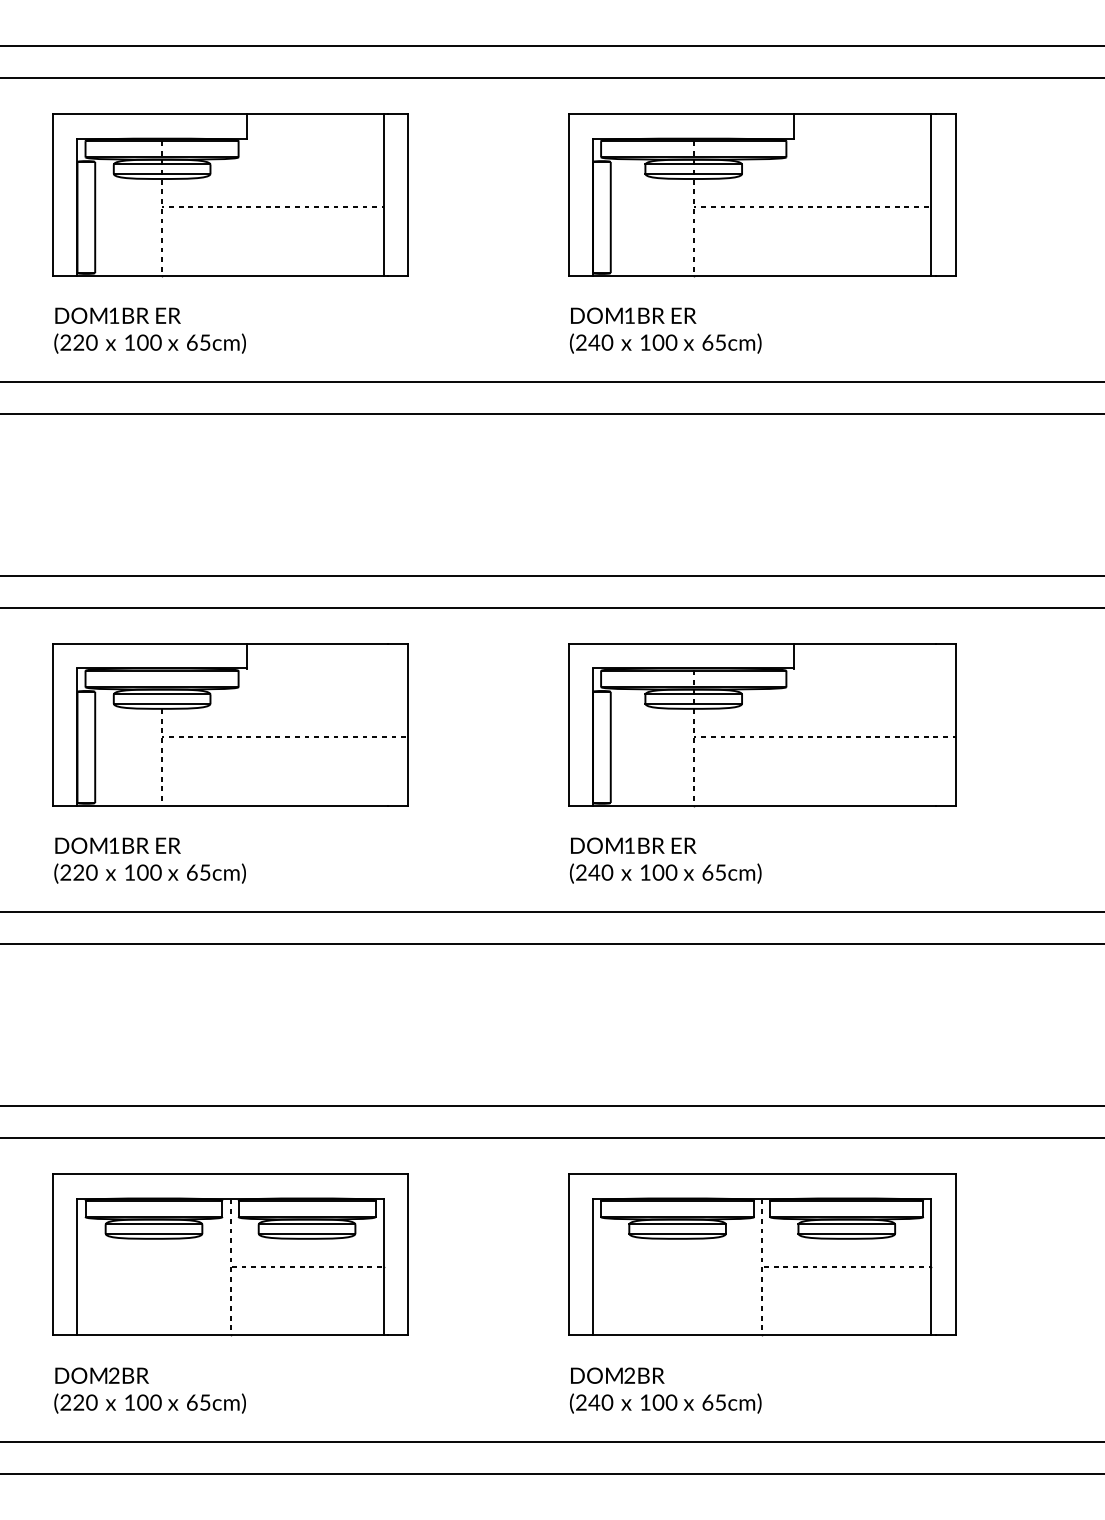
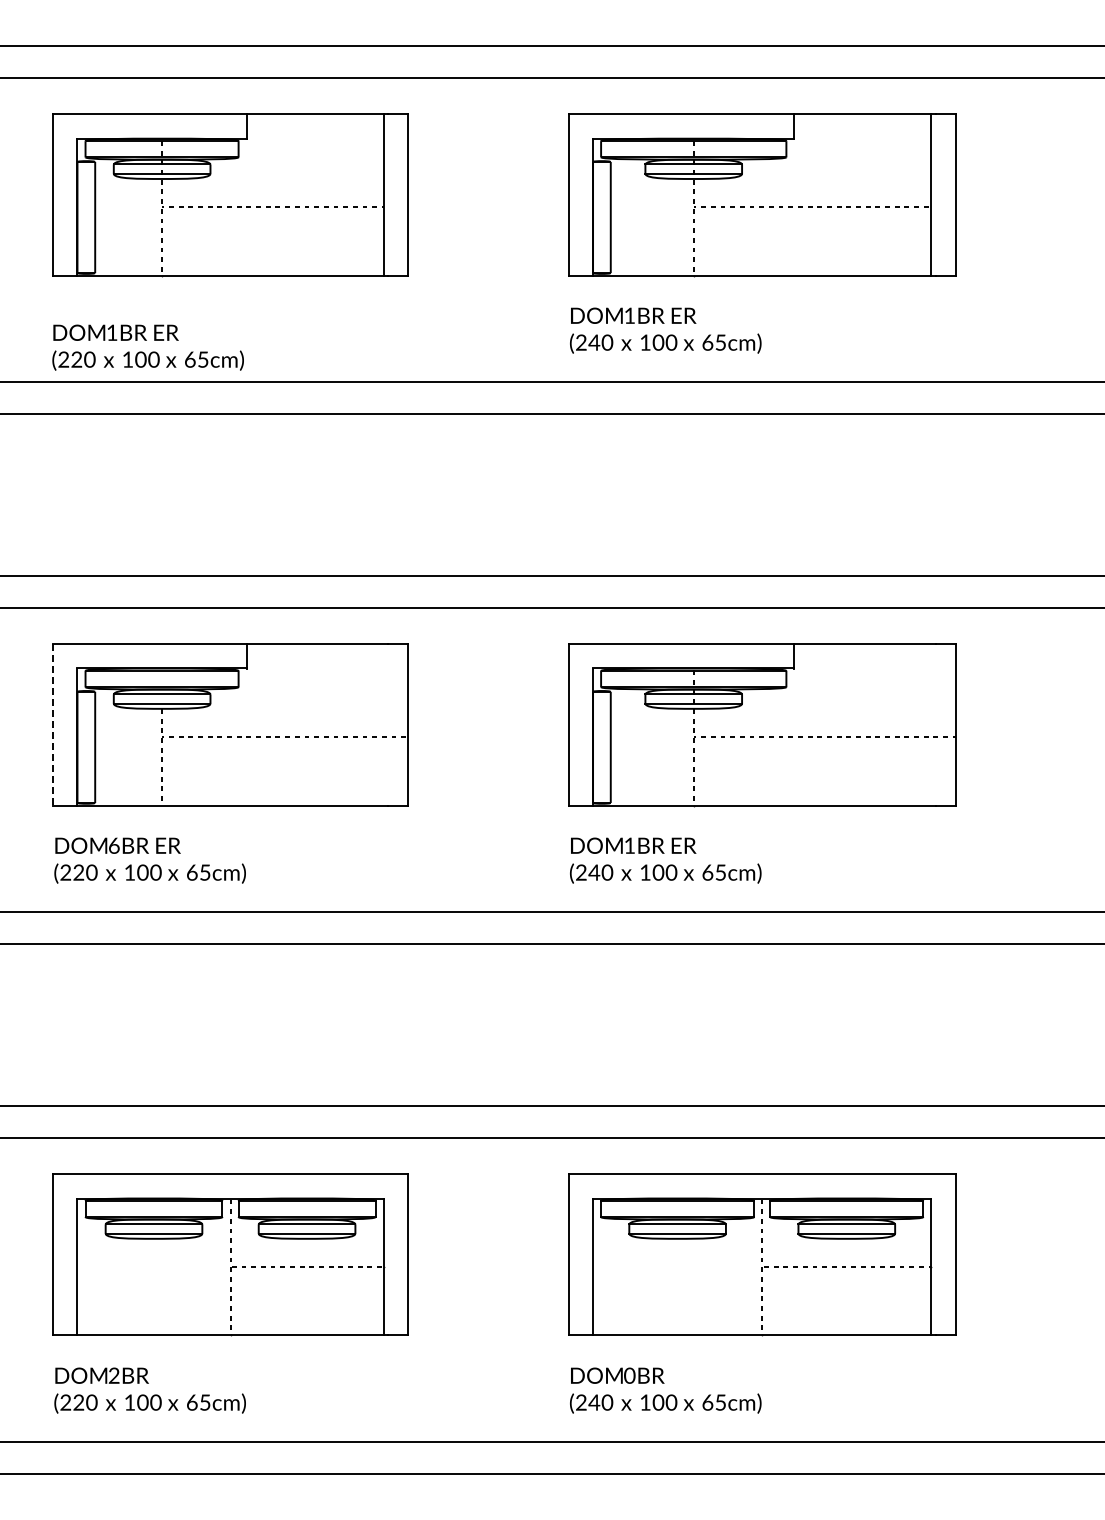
text at (149, 330) position: (149, 330) -> (147, 347)
line at (53, 724): solid -> dashed
text at (114, 845): 1BR -> 6BR
text at (629, 1375): 2BR -> 0BR
